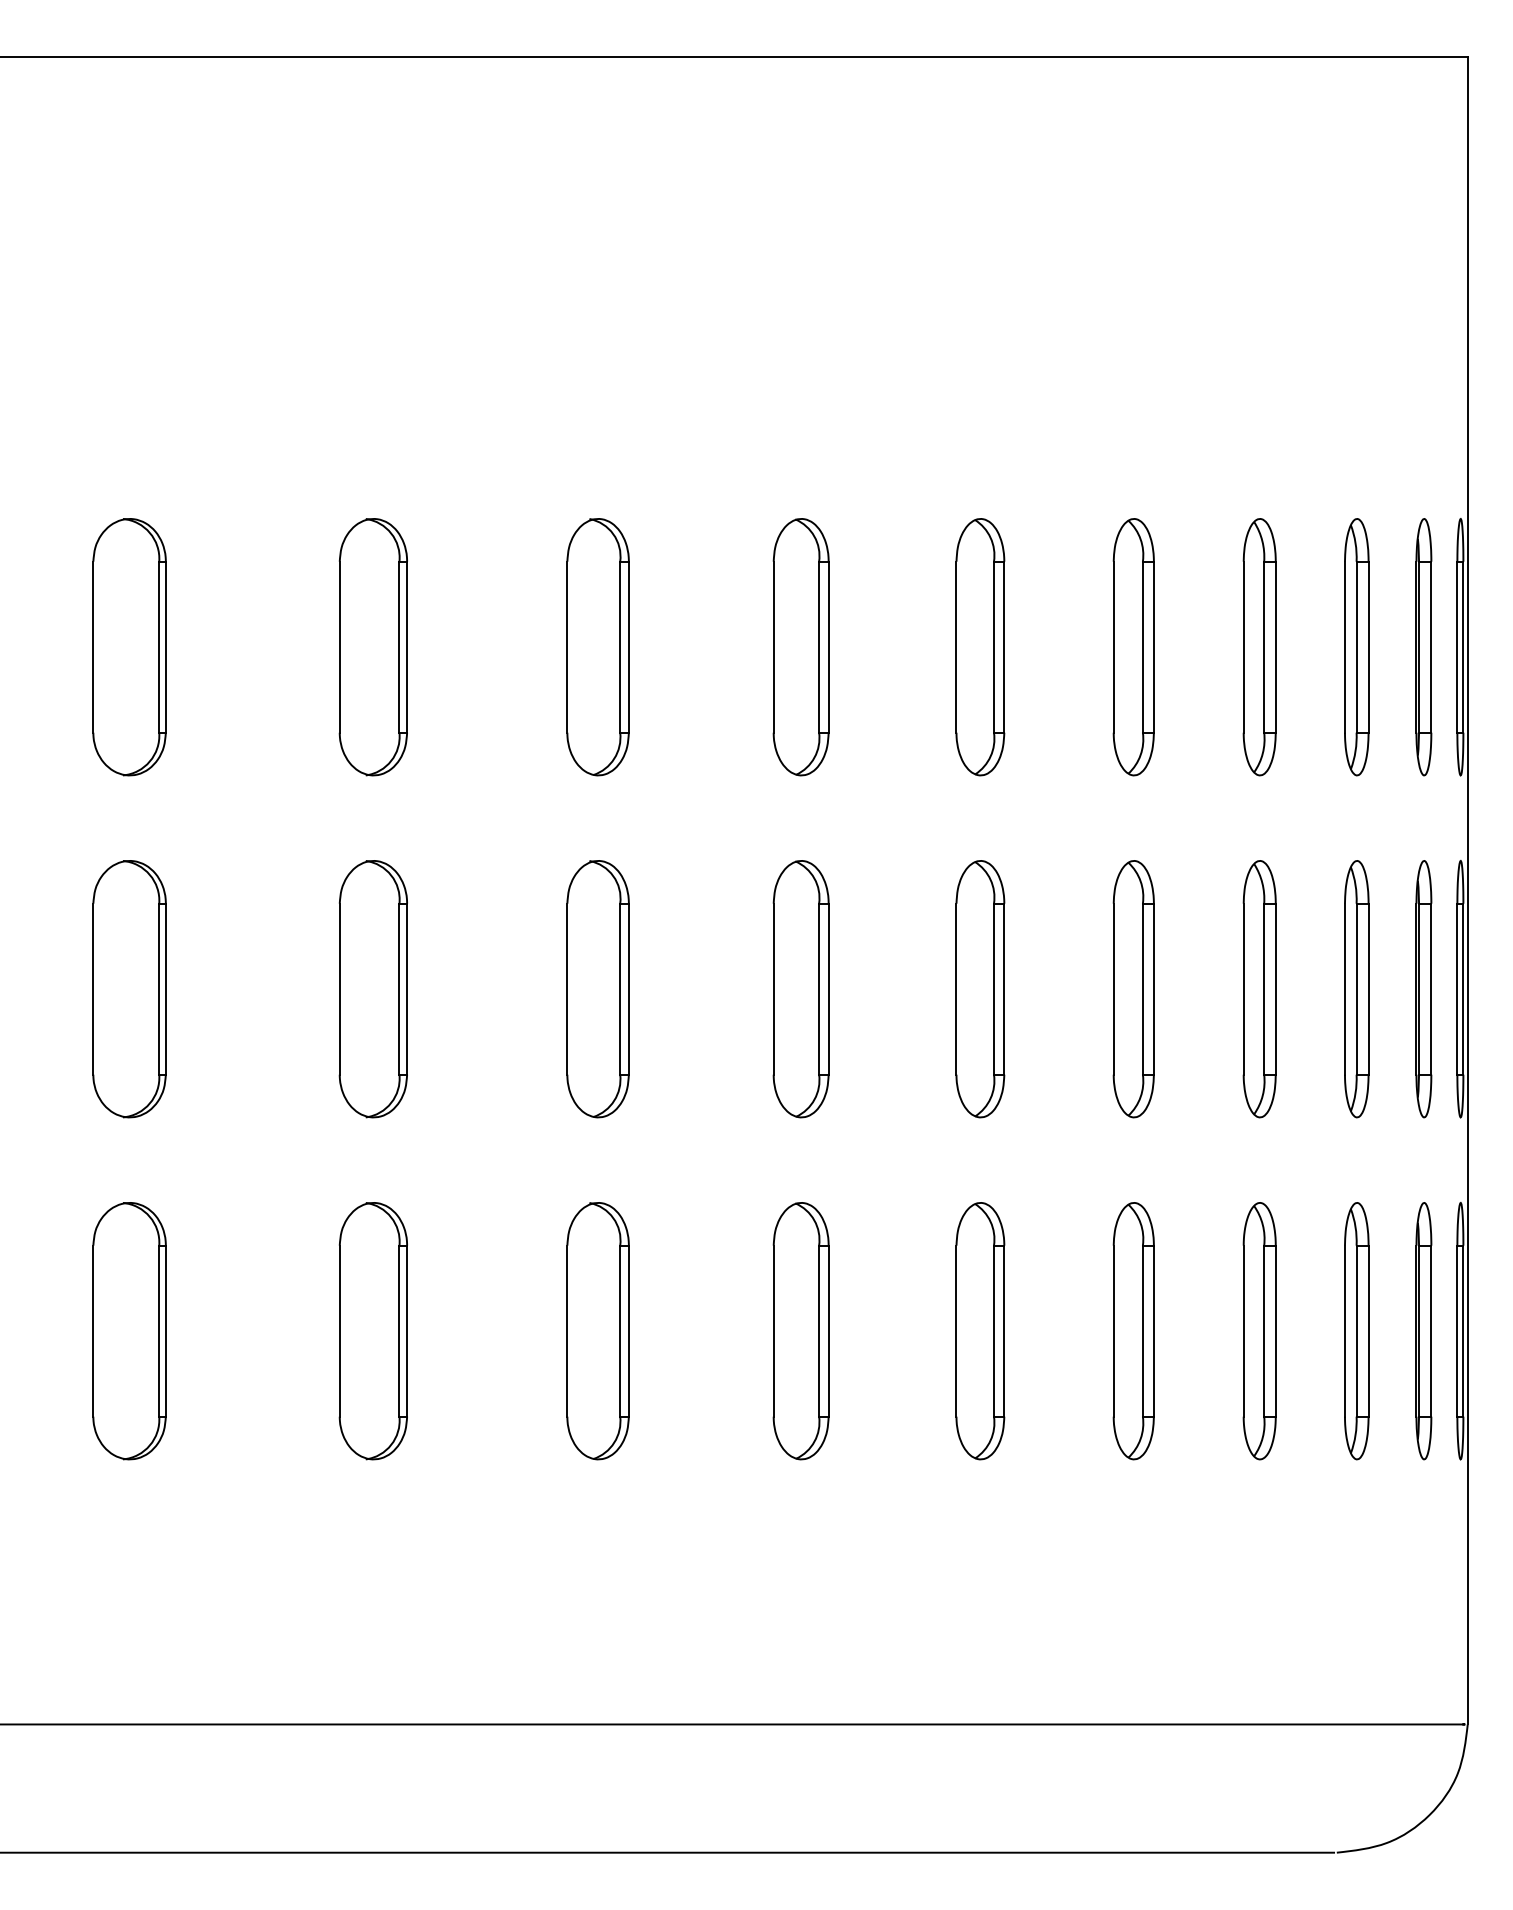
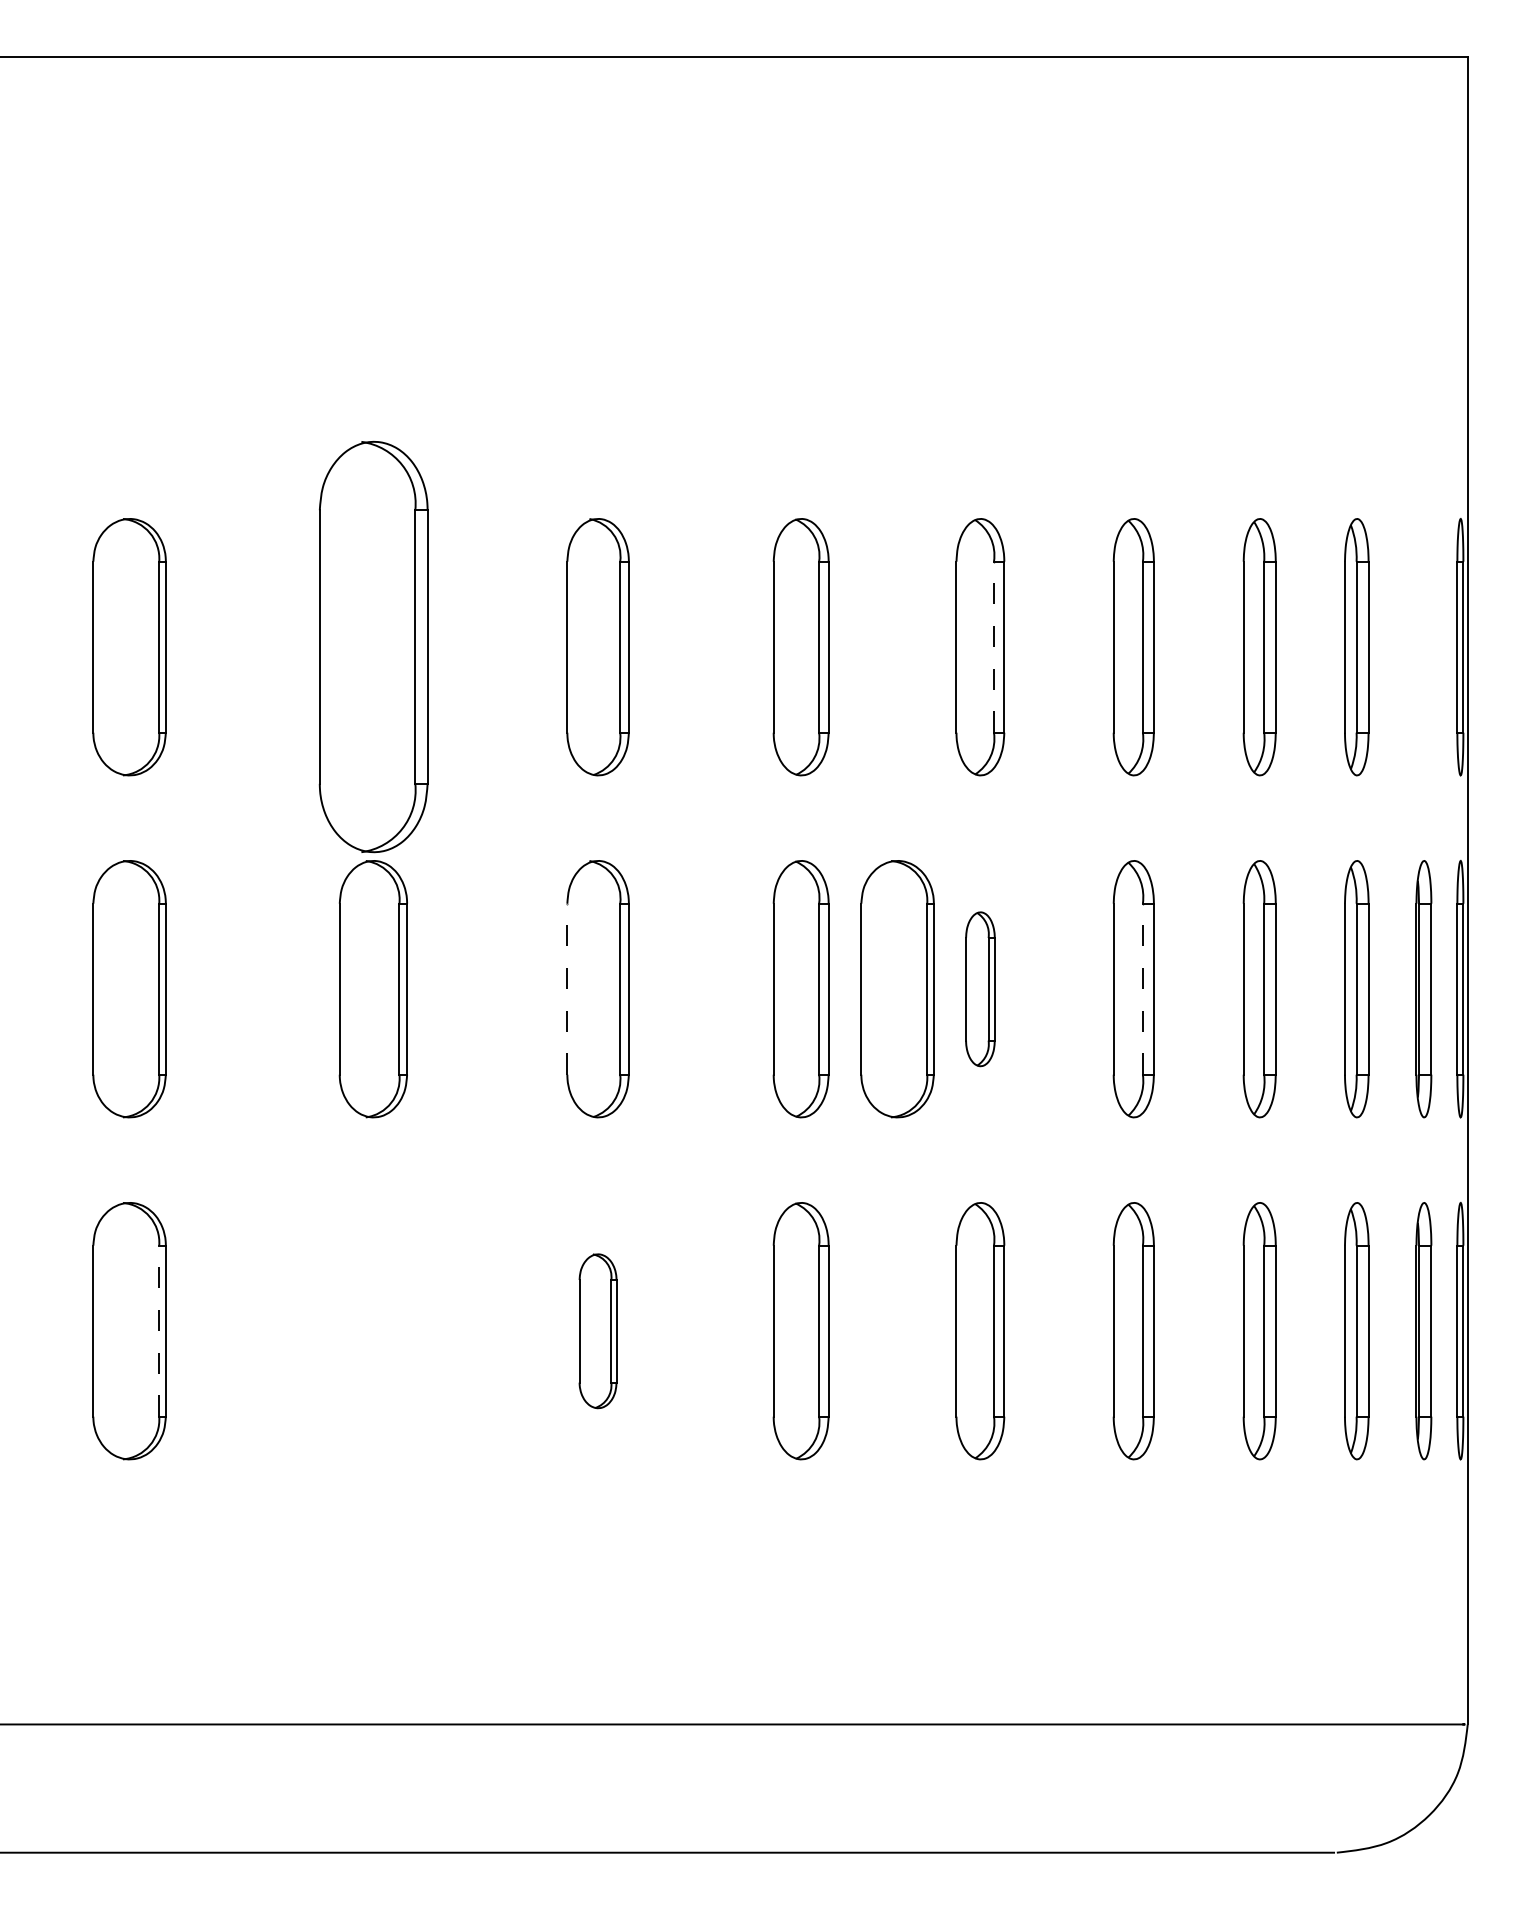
line at (993, 646): solid -> dashed
part at (372, 647) size: 70x259 px -> 111x414 px
part at (1423, 647): present -> none
line at (567, 988): solid -> dashed
line at (1142, 988): solid -> dashed
part at (897, 989): none -> present
part at (980, 989) size: 51x259 px -> 31x157 px
line at (159, 1330): solid -> dashed
part at (372, 1331): present -> none
part at (597, 1331) size: 64x259 px -> 40x157 px
